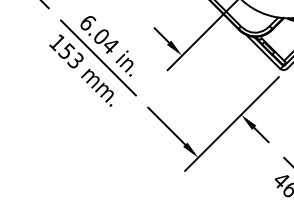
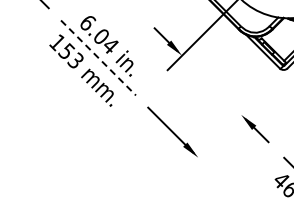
line at (98, 58): solid -> dashed
line at (231, 123): present -> none
